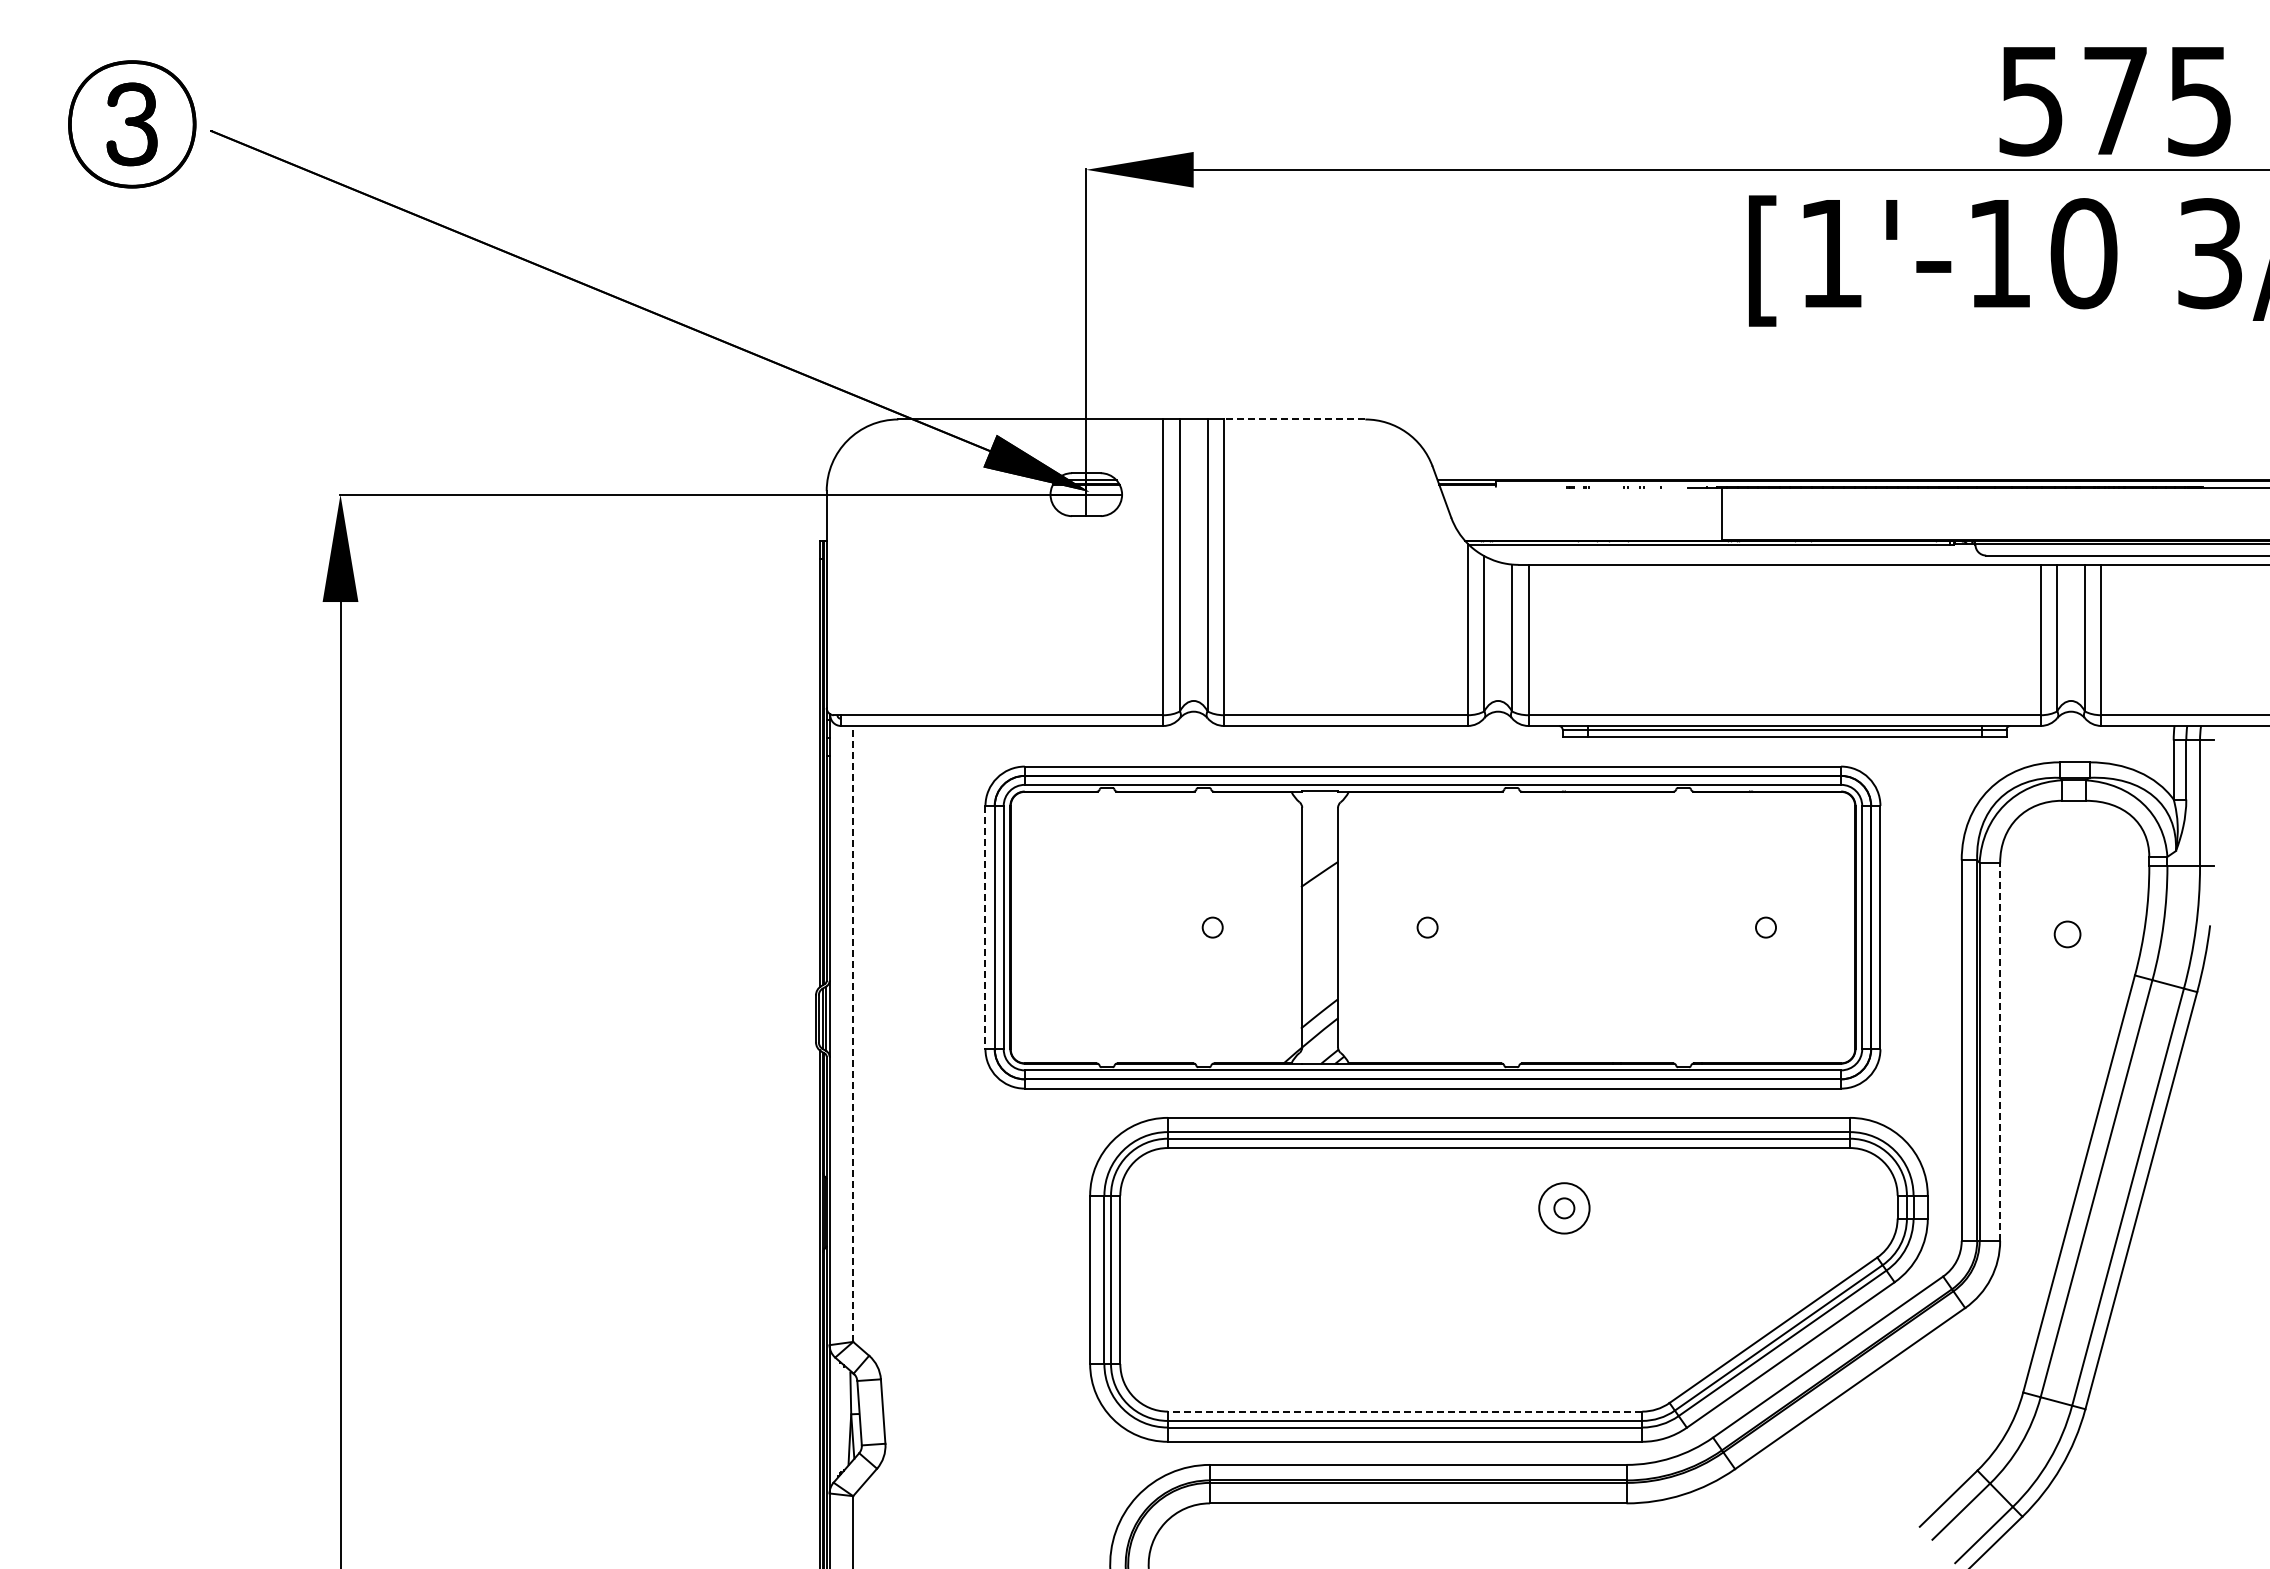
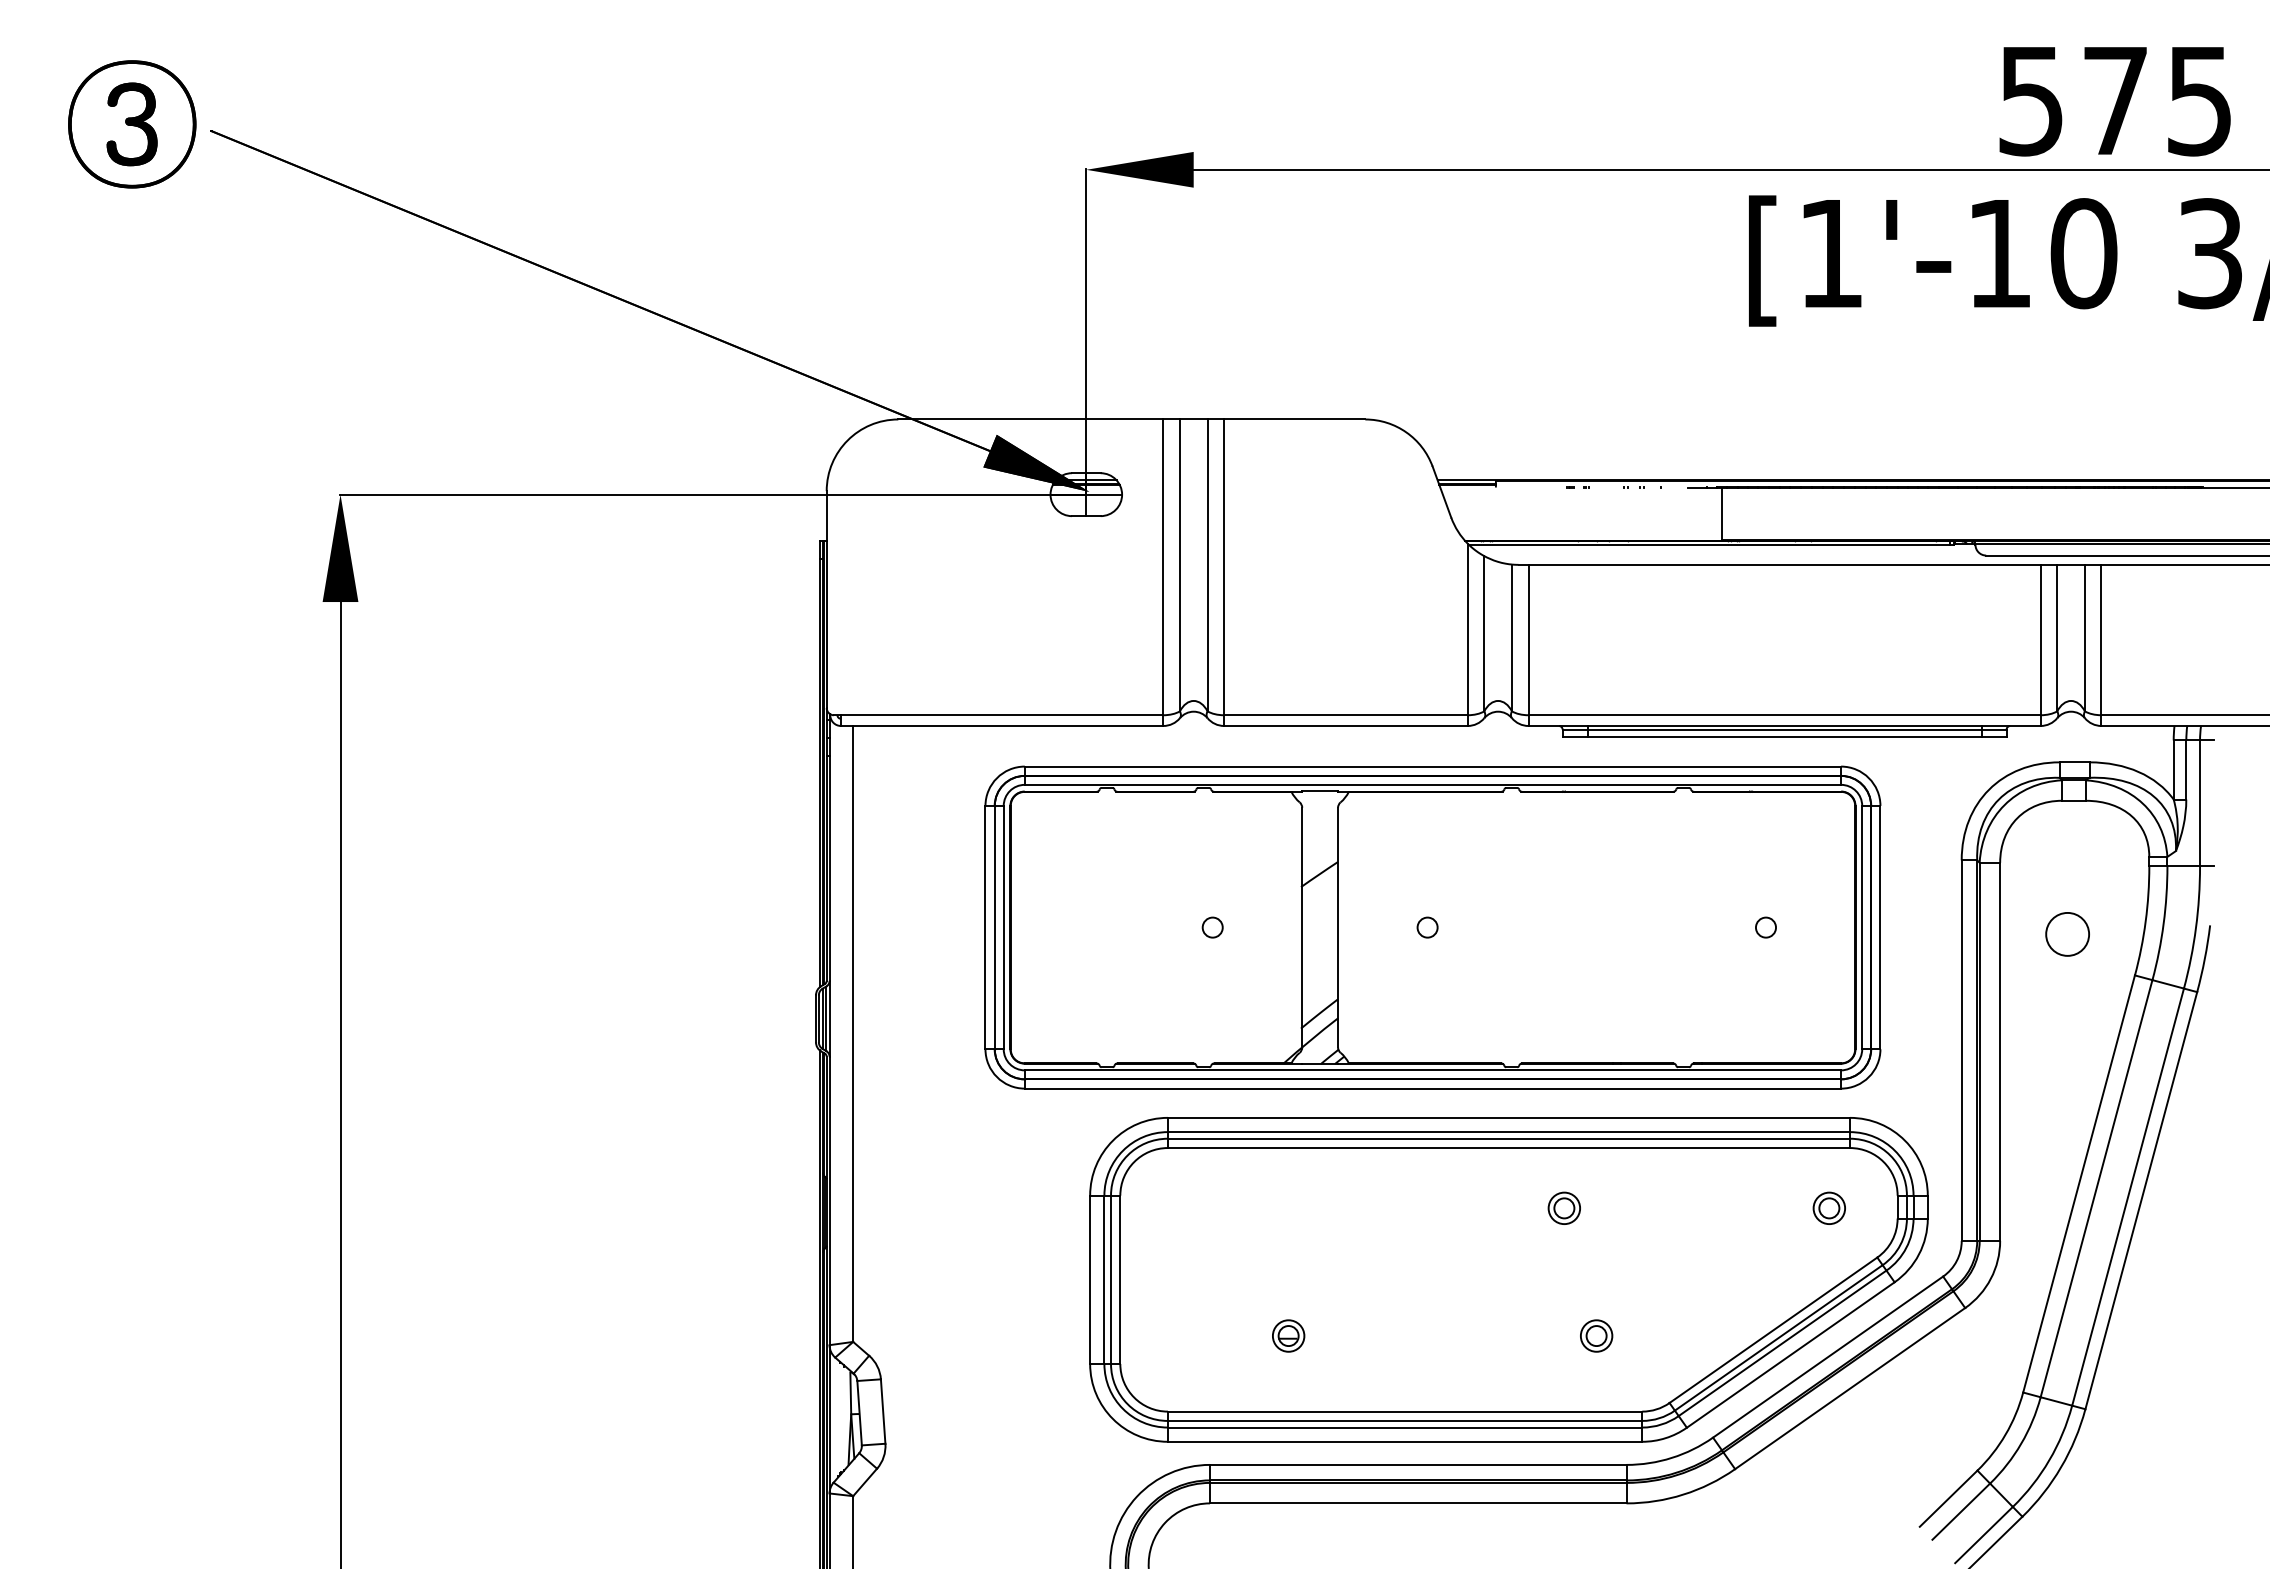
line at (1294, 419): dashed -> solid
line at (985, 927): dashed -> solid
circle at (2067, 934) size: 29x29 px -> 45x45 px
line at (853, 1033): dashed -> solid
line at (2000, 1051): dashed -> solid
part at (1828, 1207): none -> present
circle at (1564, 1208) diameter: 50 px -> 31 px
part at (1288, 1335): none -> present
part at (1596, 1335): none -> present
line at (1404, 1411): dashed -> solid
